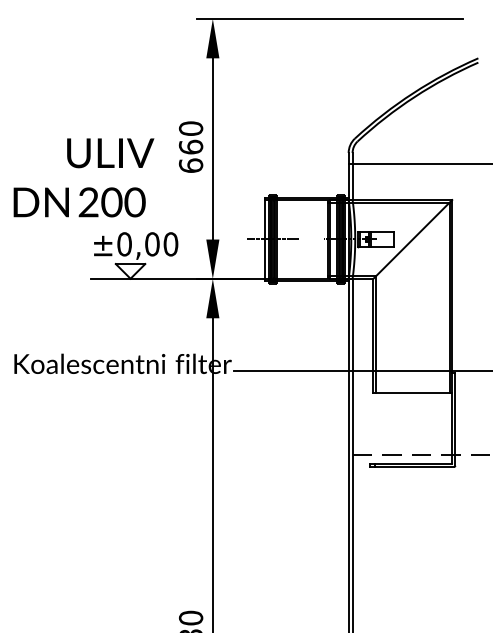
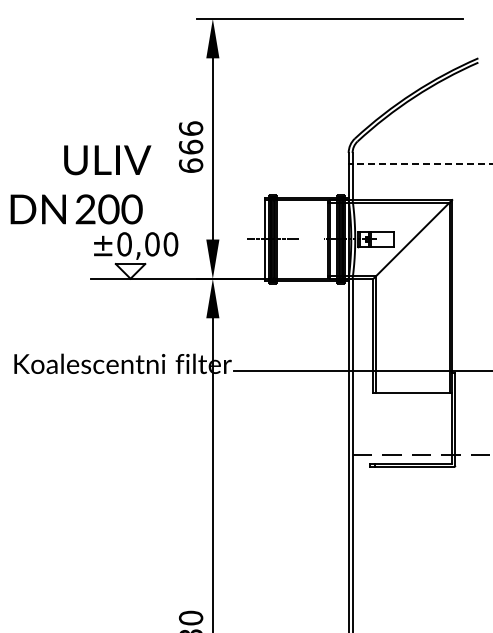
text at (190, 128): 660 -> 666
line at (420, 164): solid -> dashed
text at (83, 177) position: (83, 177) -> (80, 184)
